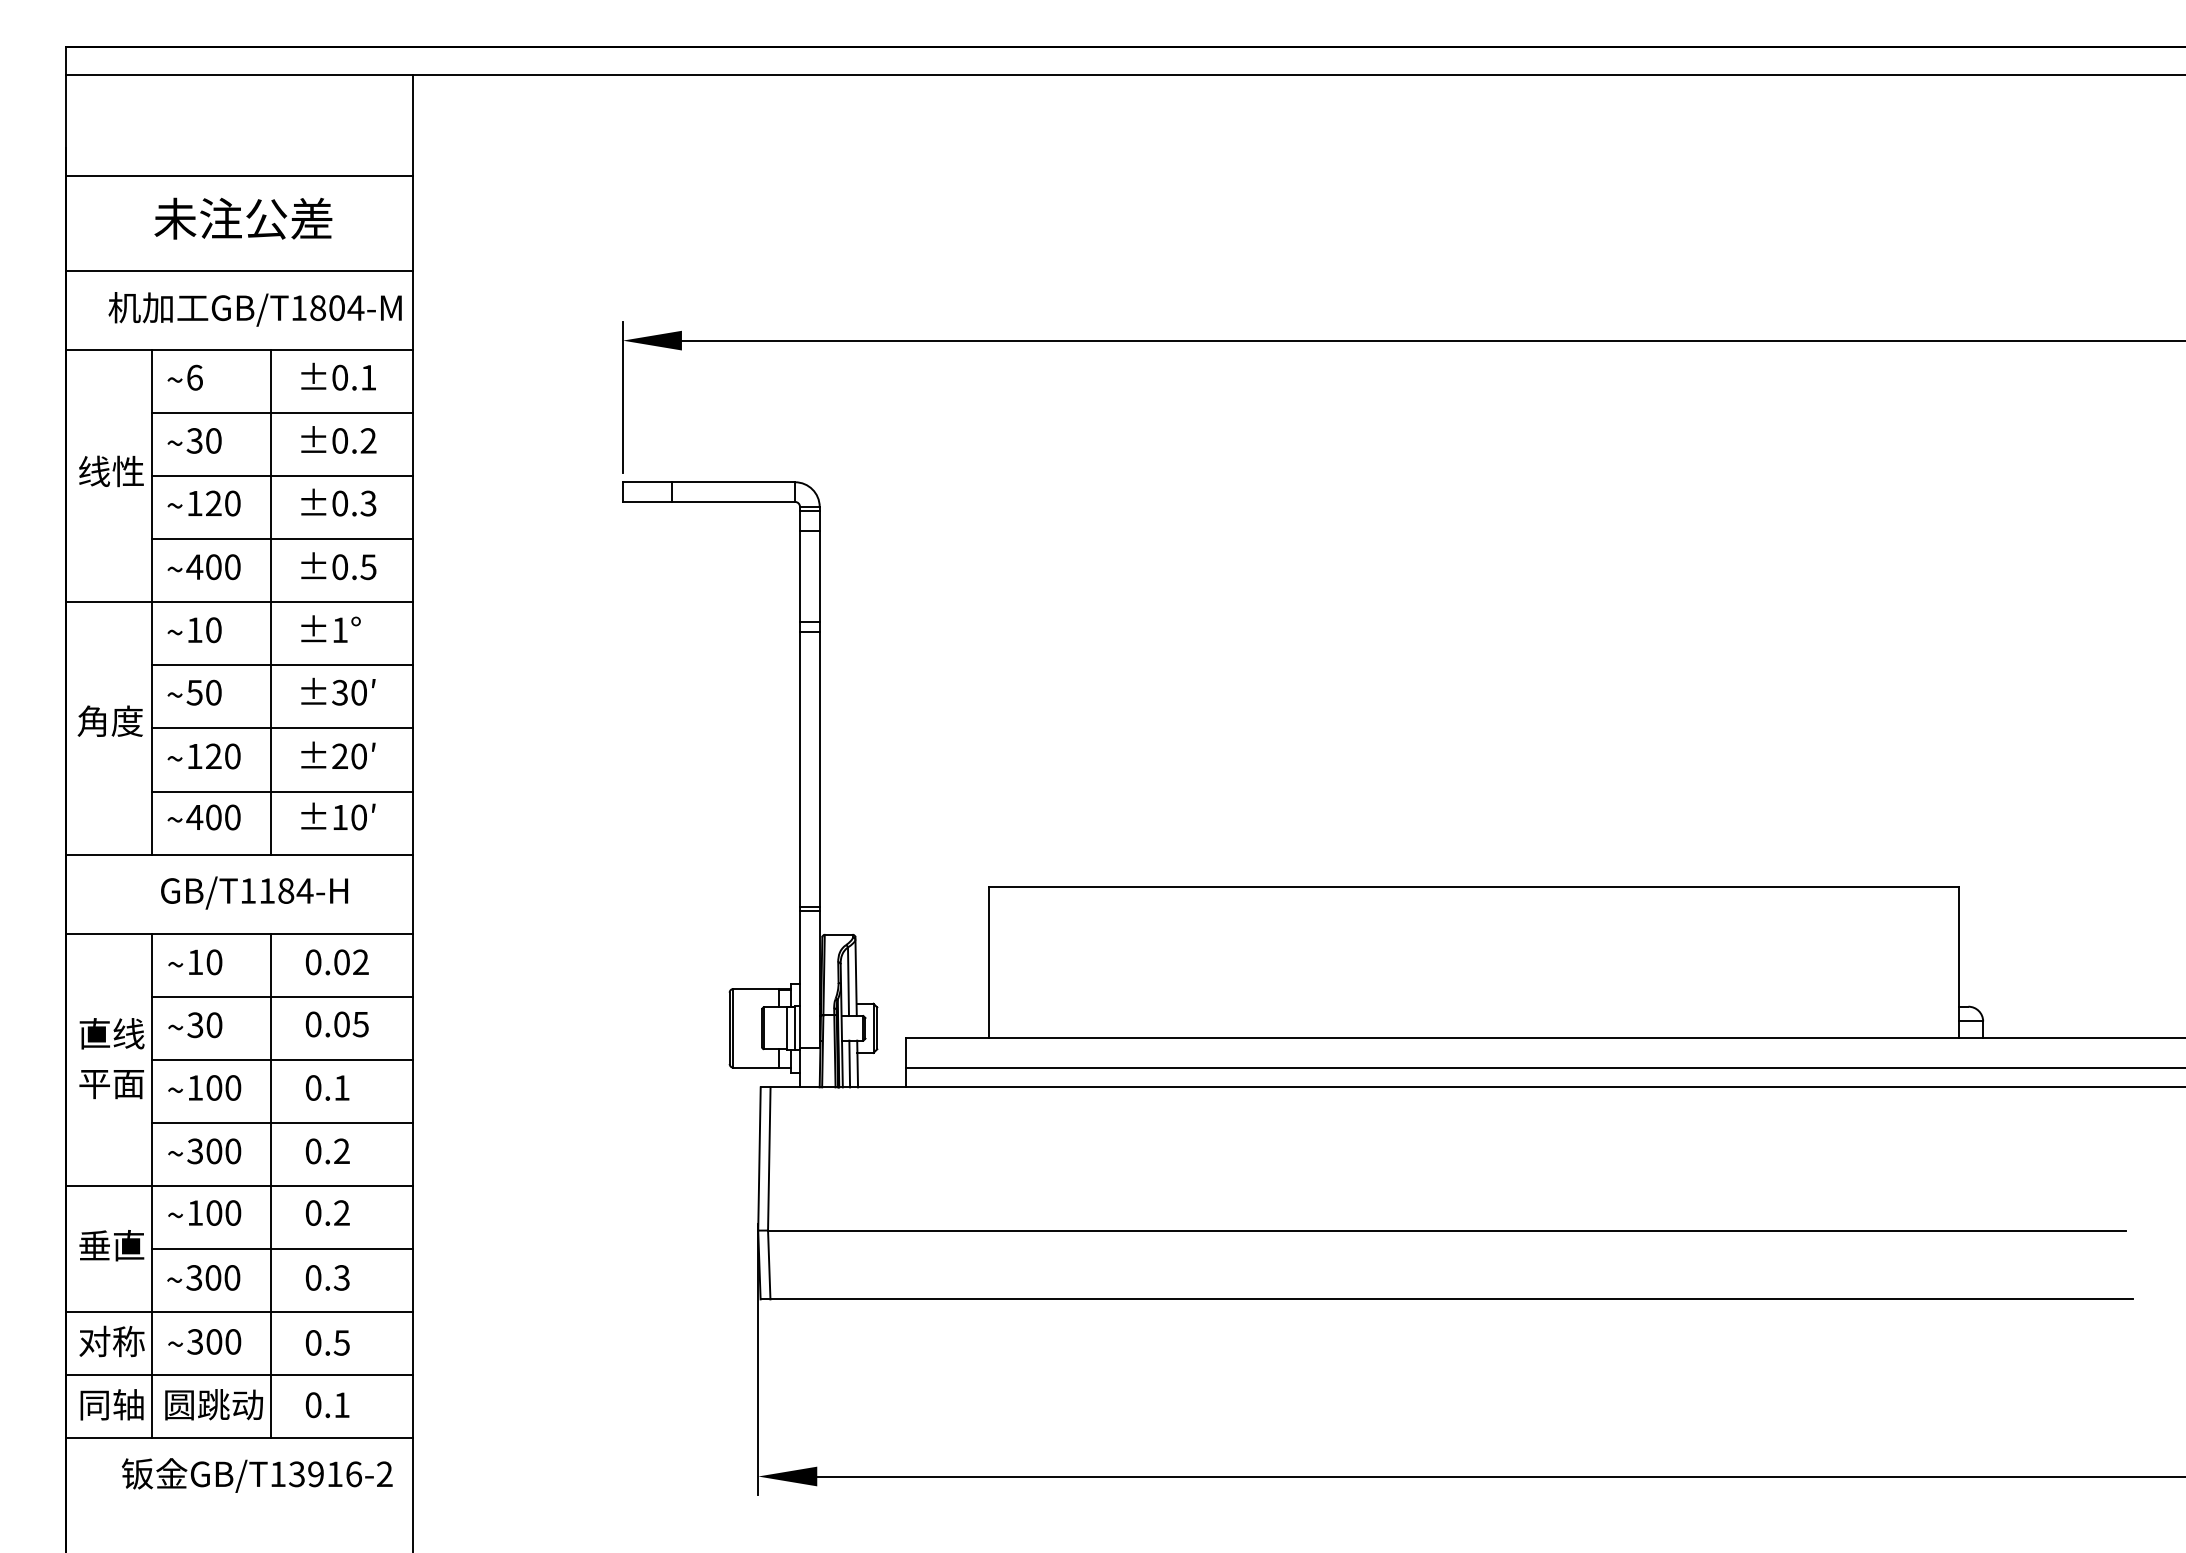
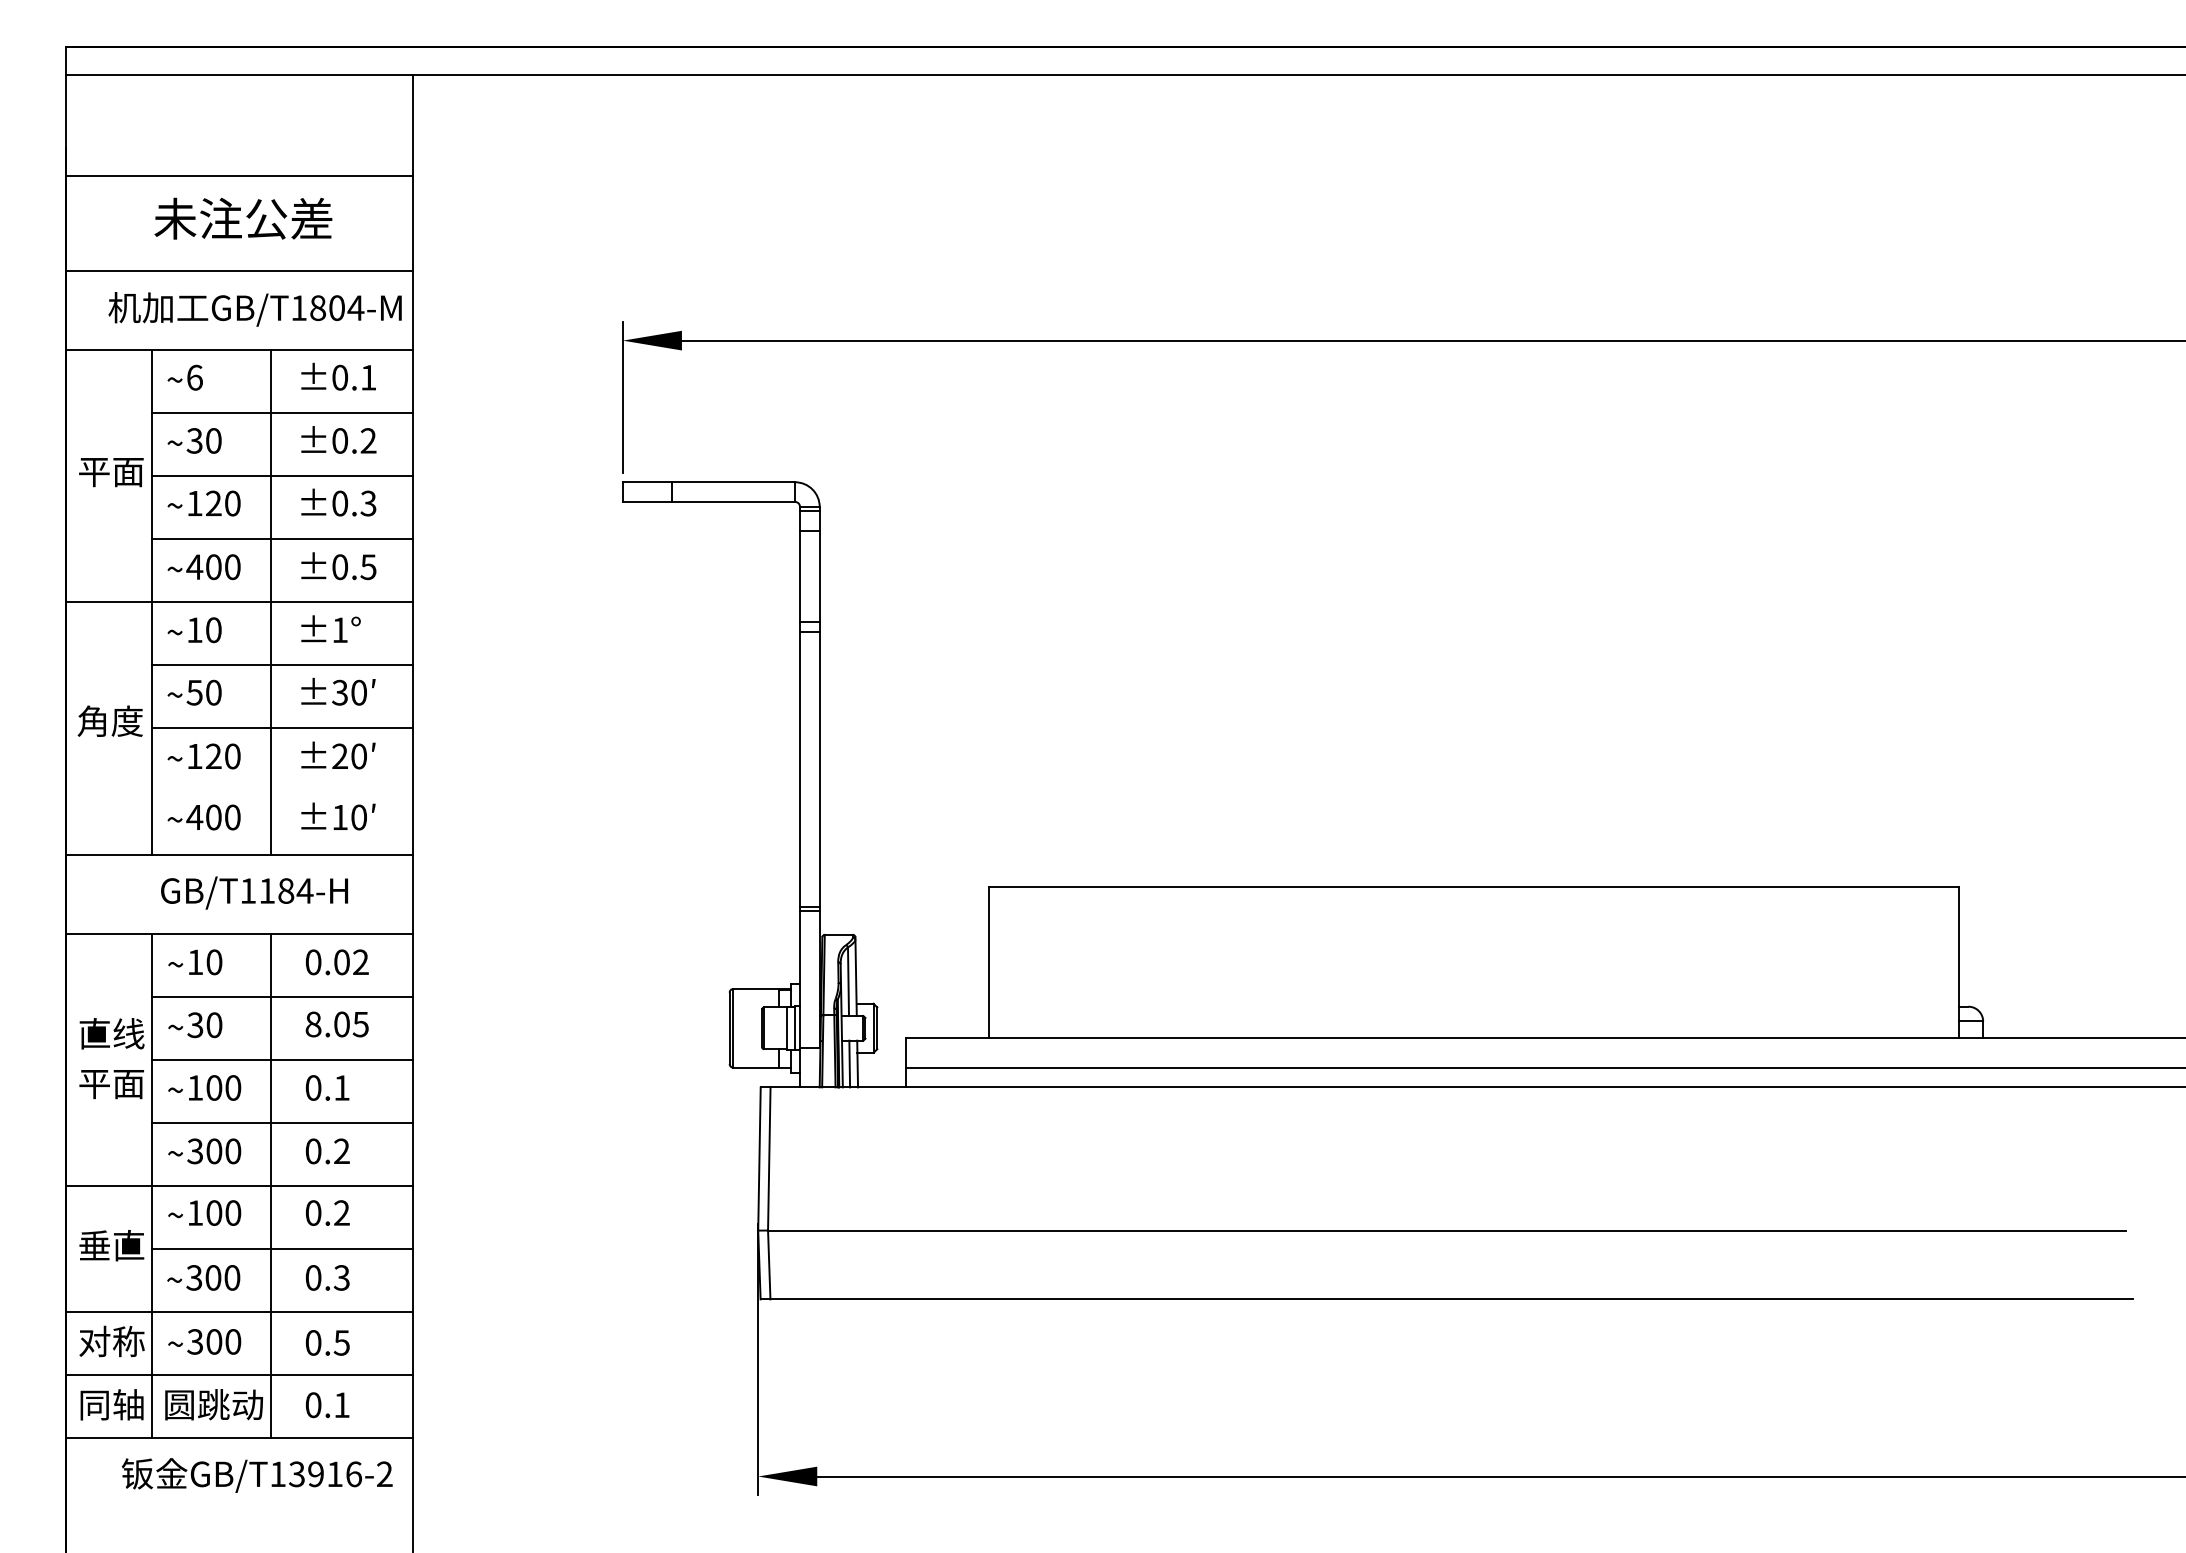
text at (111, 471): 线性 -> 平面
line at (282, 791): present -> none
text at (313, 1024): 0.05 -> 8.05
